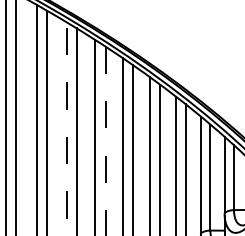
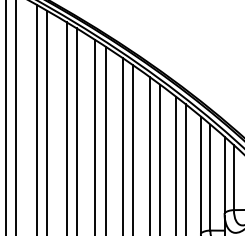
line at (66, 129): dashed -> solid
line at (105, 141): dashed -> solid
